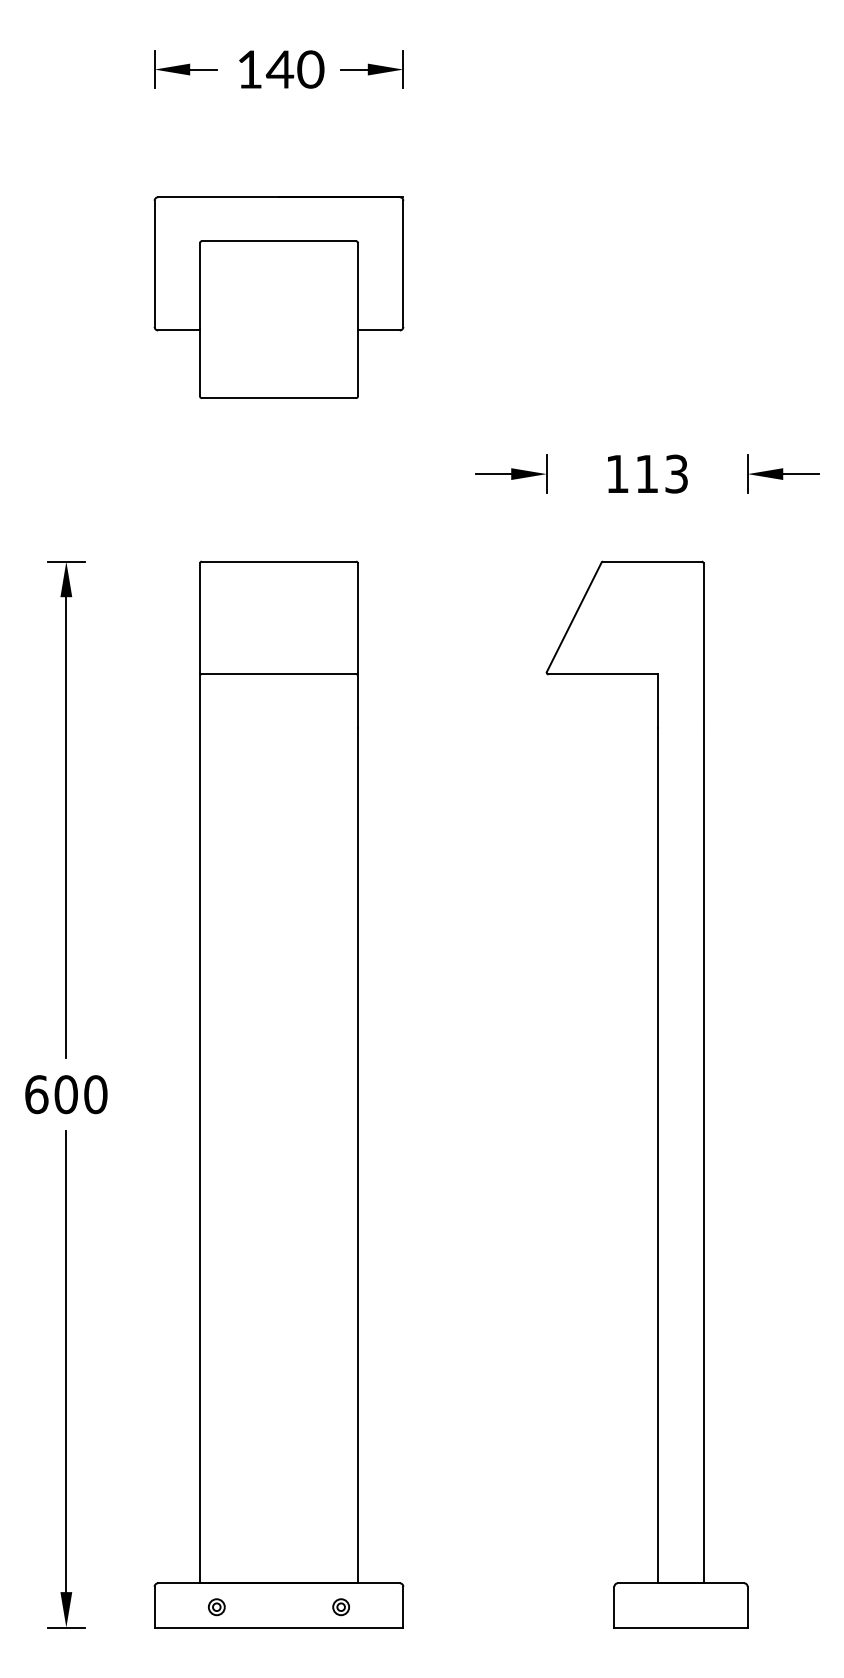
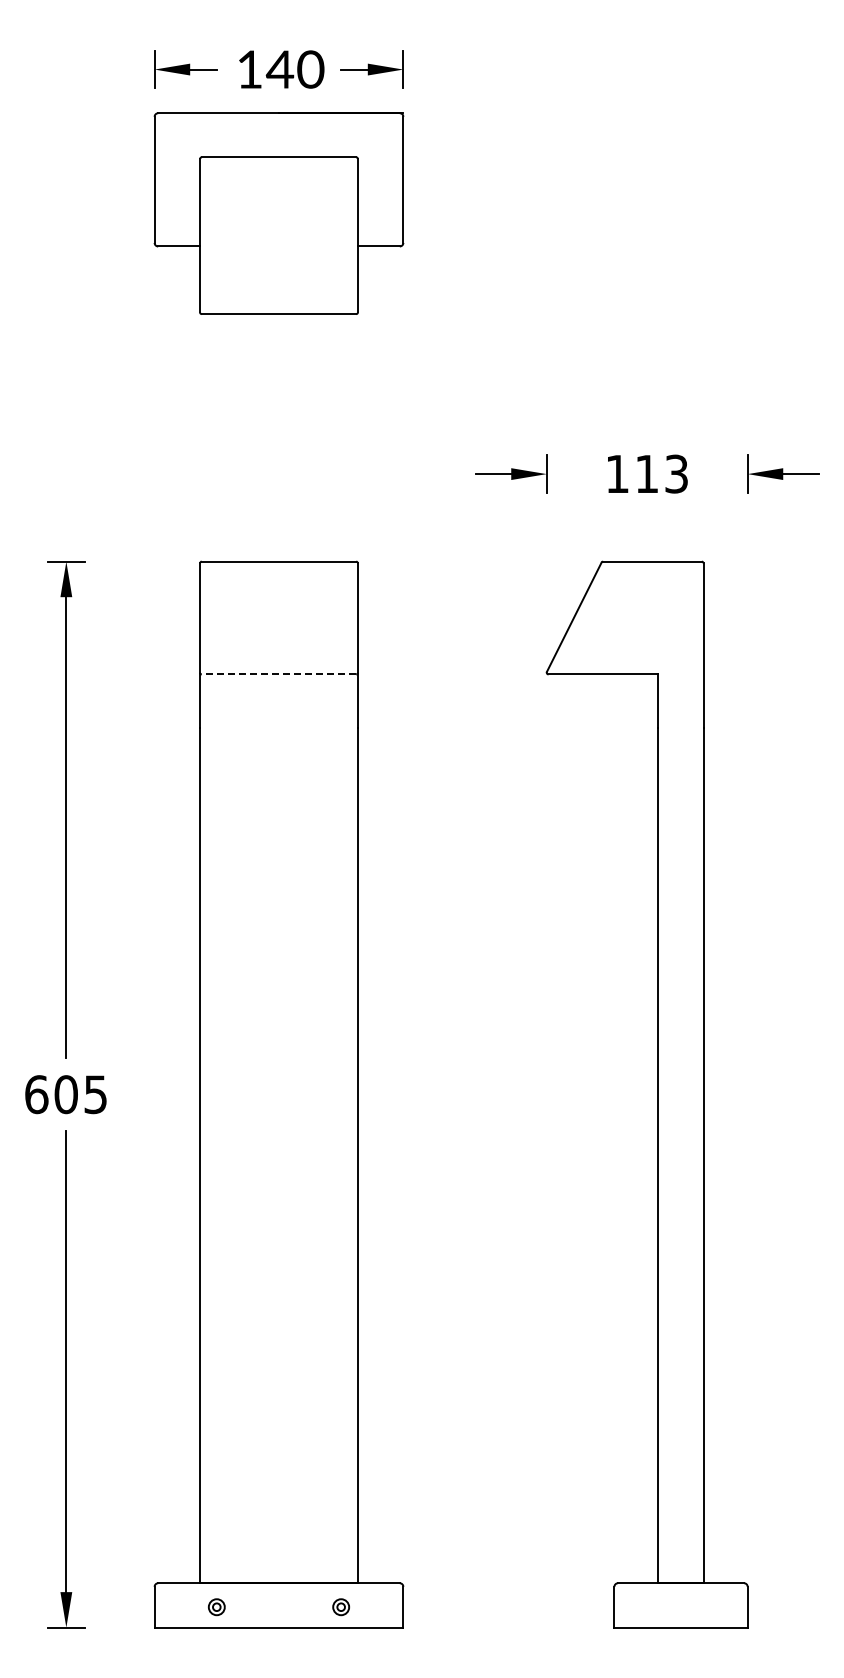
part at (278, 297) position: (278, 297) -> (278, 213)
line at (278, 674): solid -> dashed
text at (95, 1094): 600 -> 605
